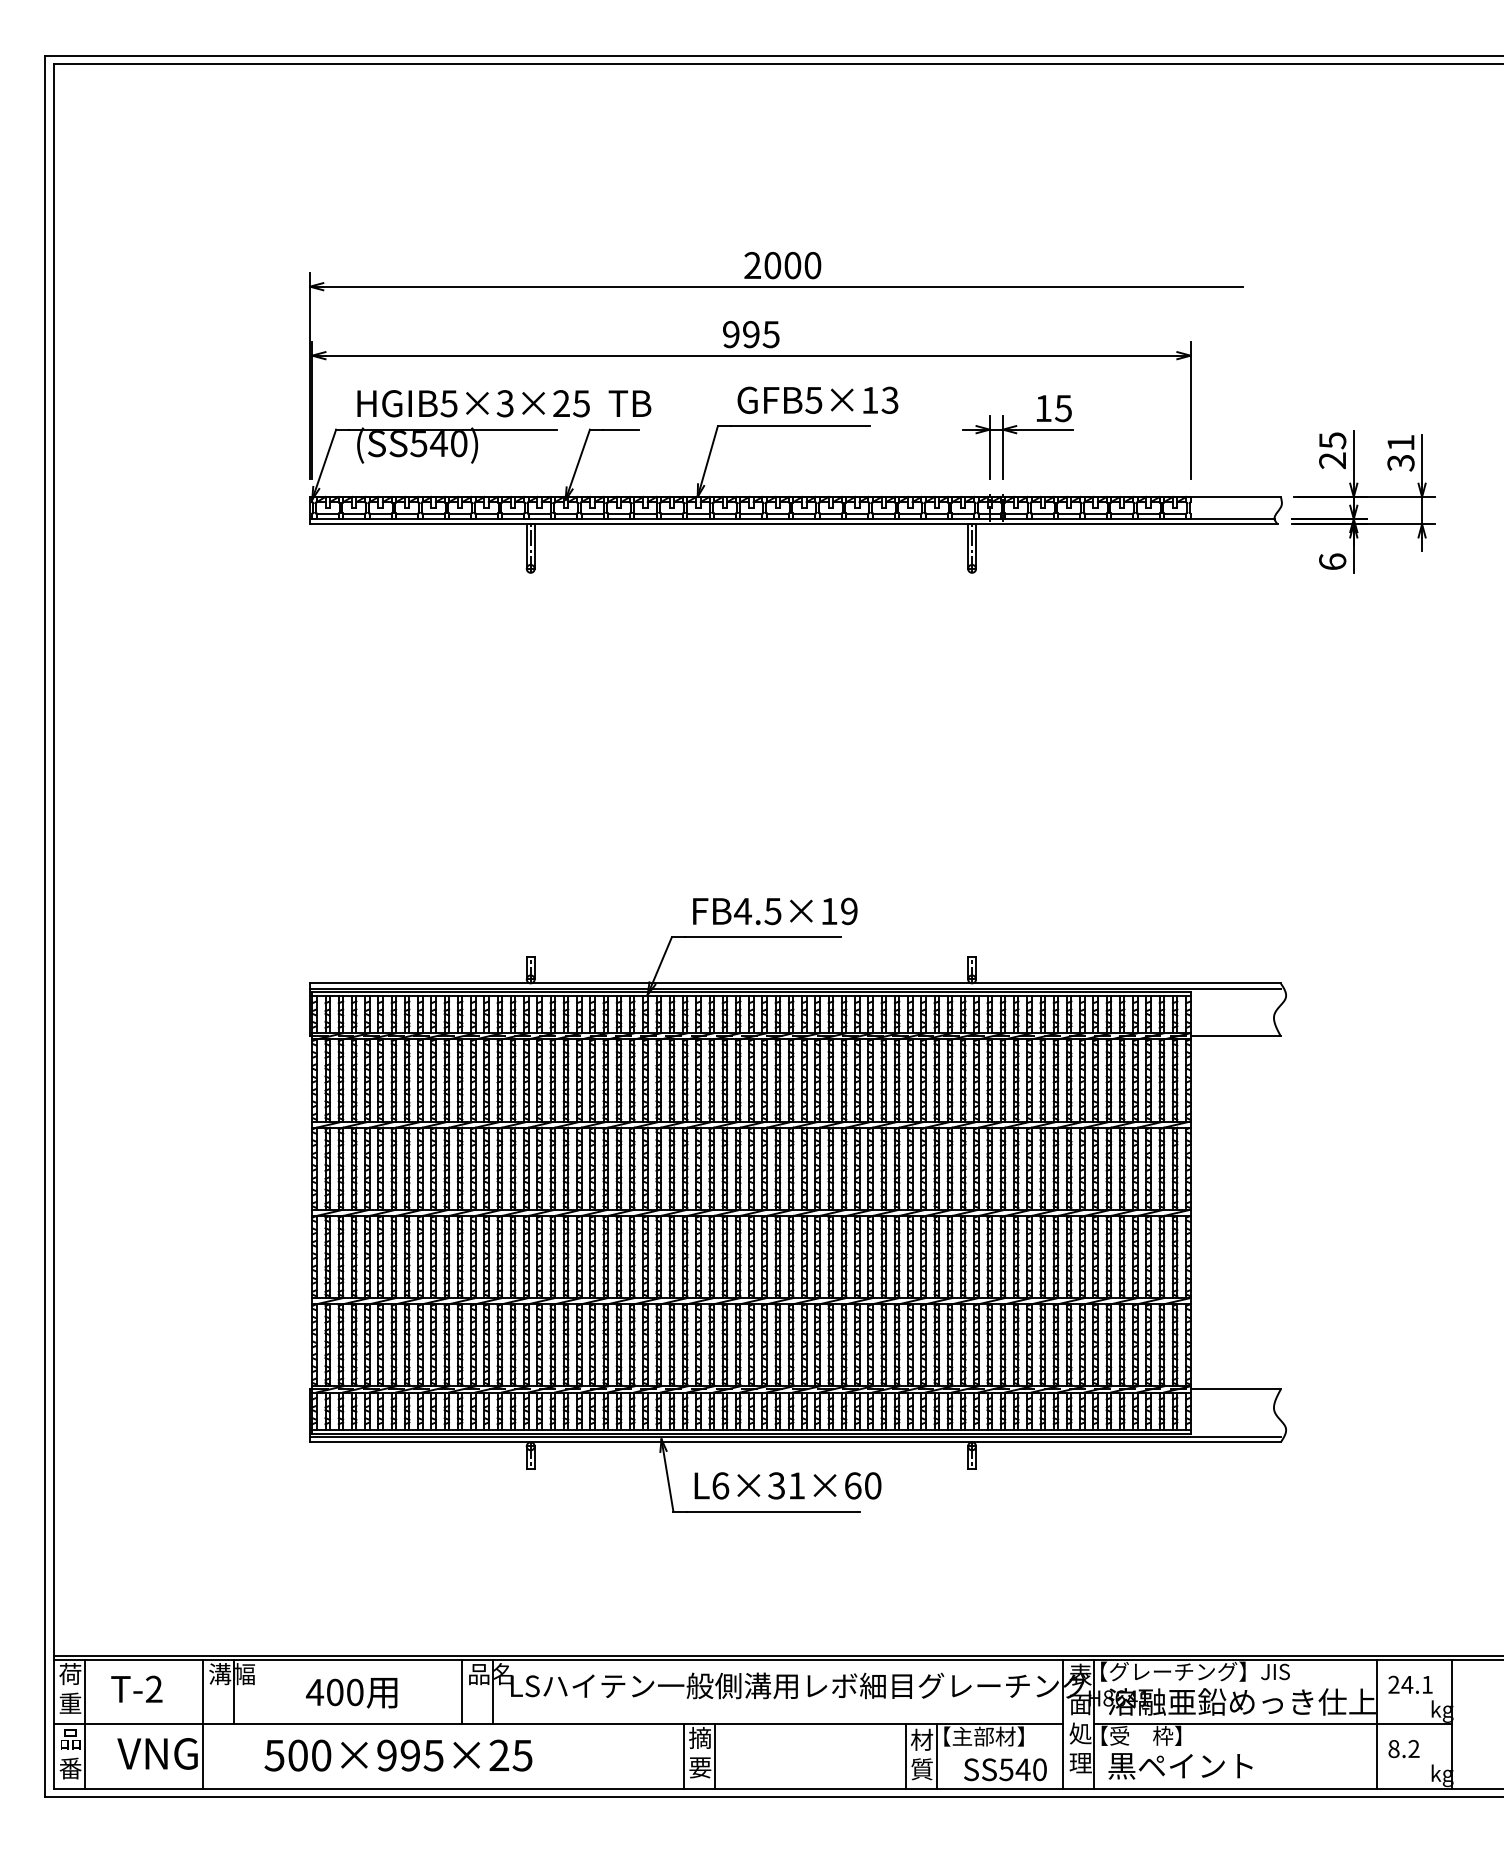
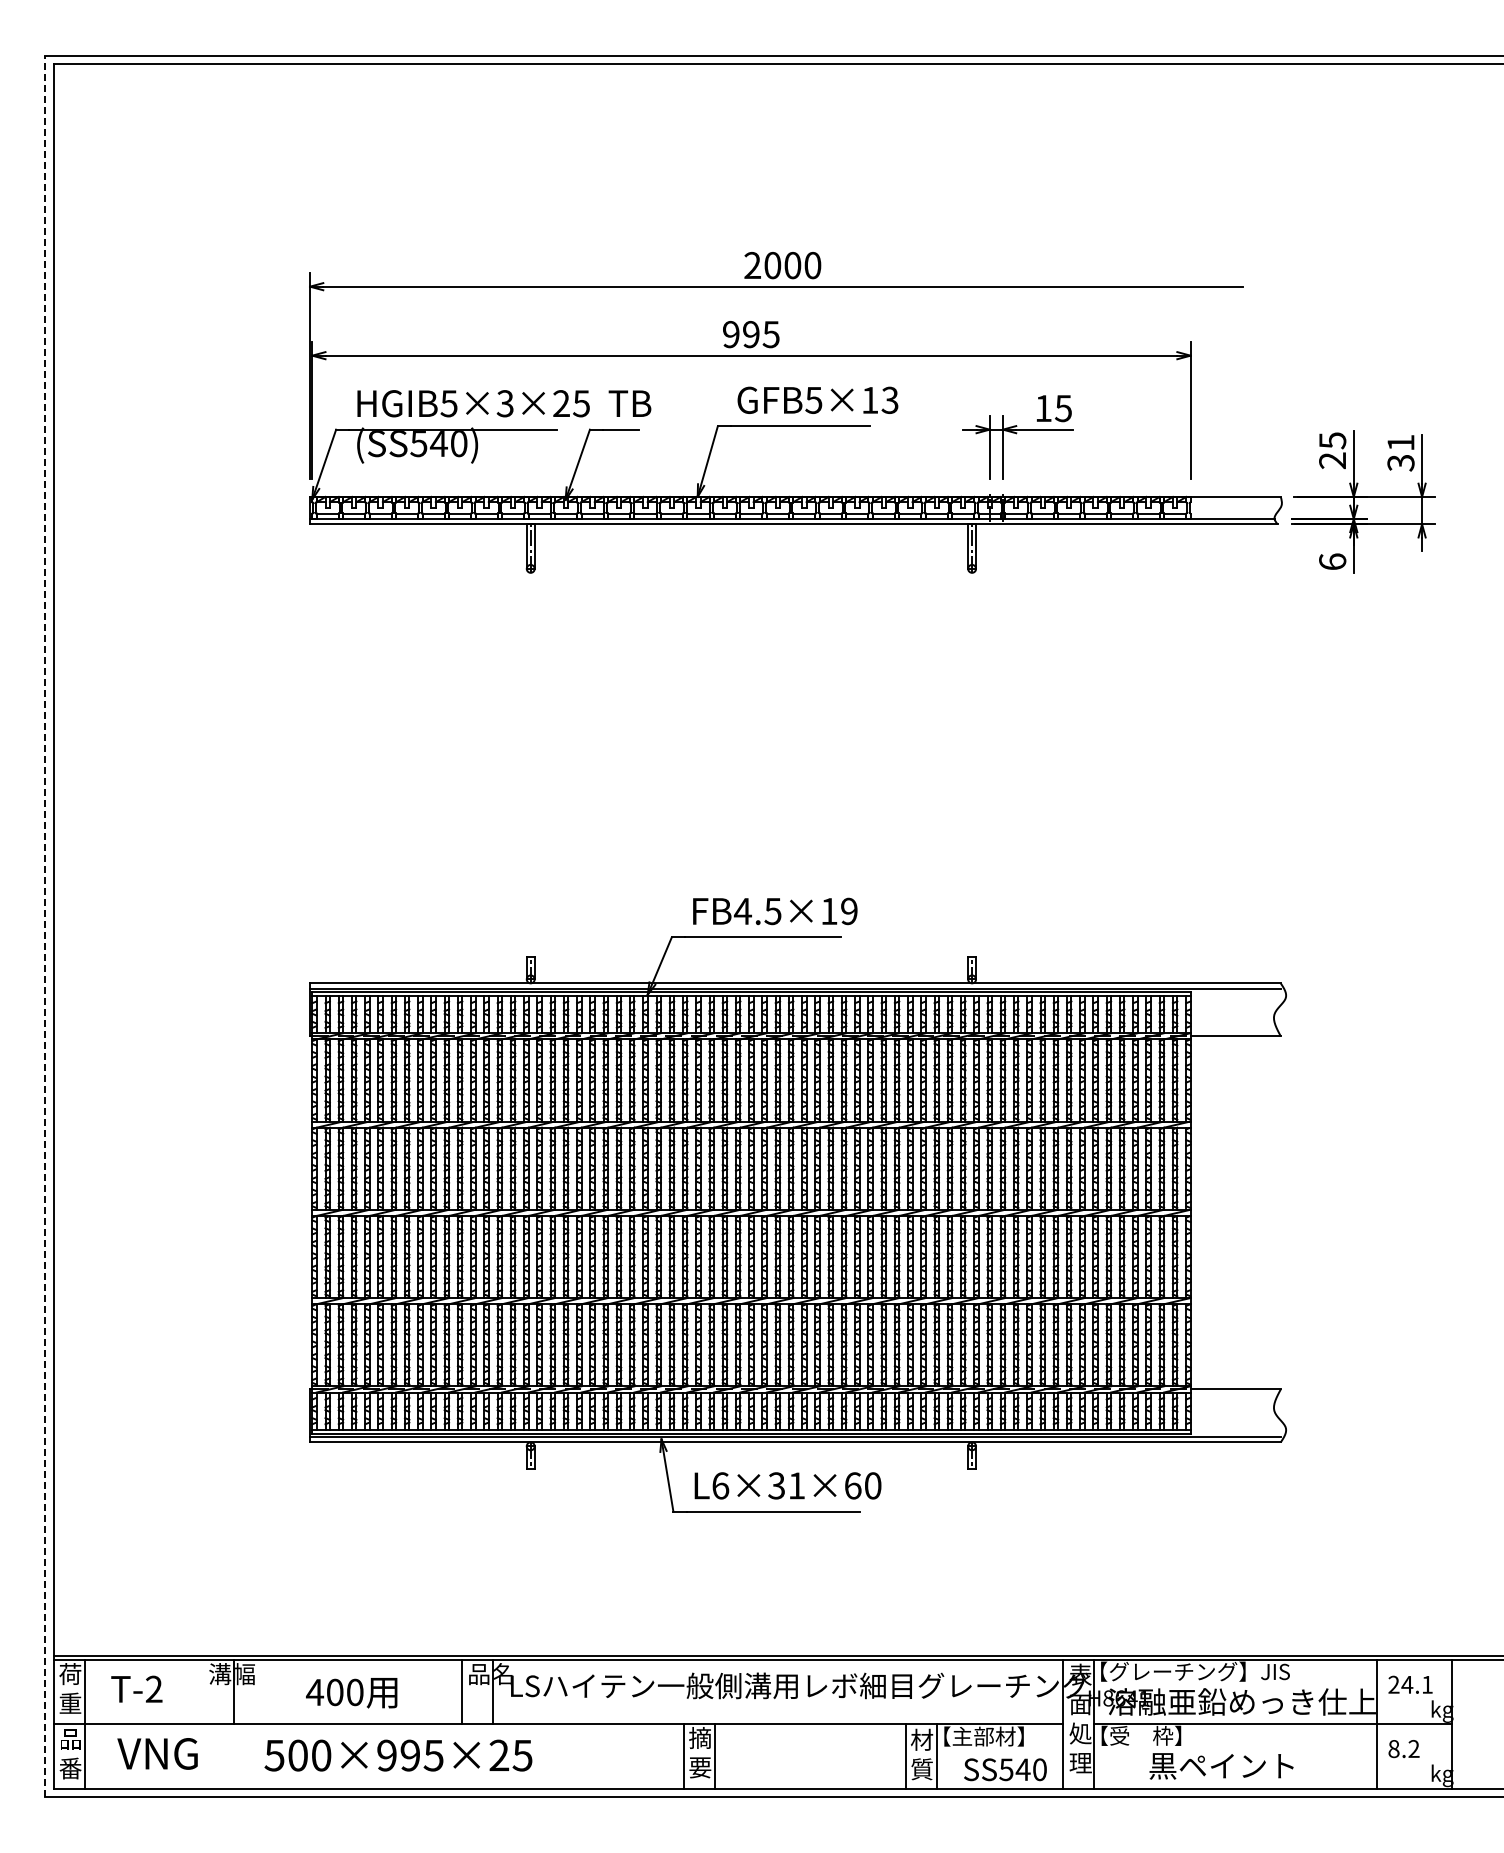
line at (45, 926): solid -> dashed
line at (203, 1724): present -> none
text at (1180, 1766) position: (1180, 1766) -> (1221, 1766)
